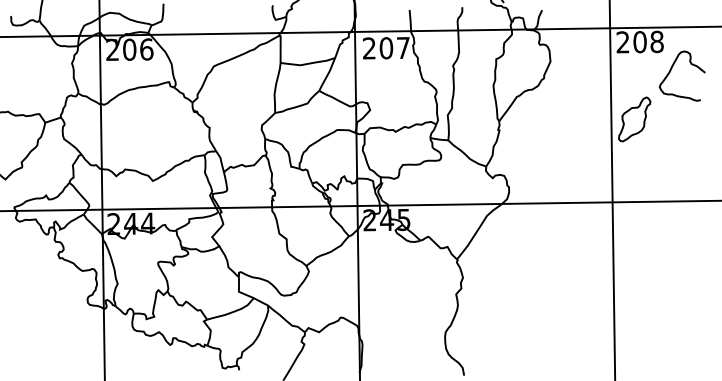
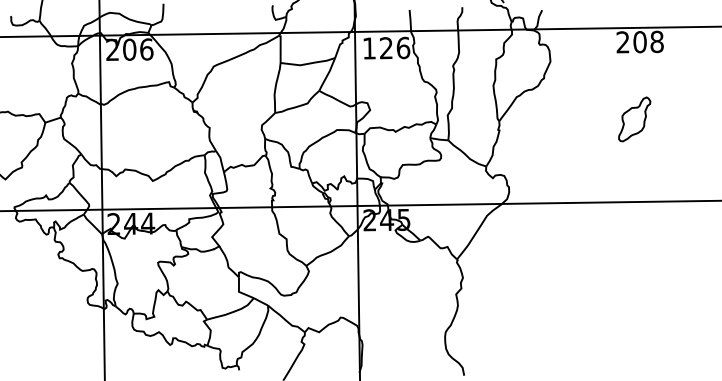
text at (386, 47): 207 -> 126
part at (671, 70): present -> none
line at (612, 189): present -> none
